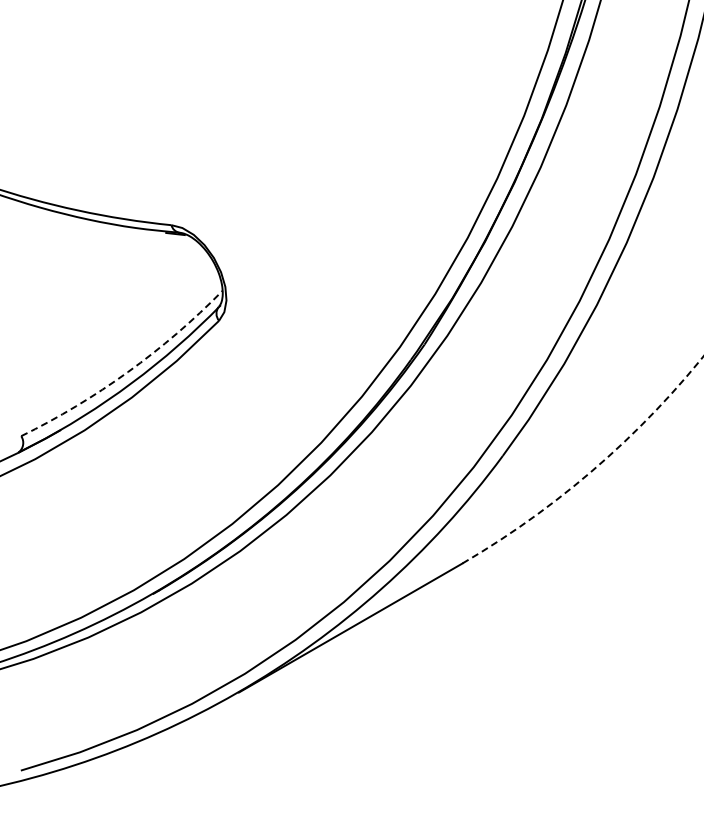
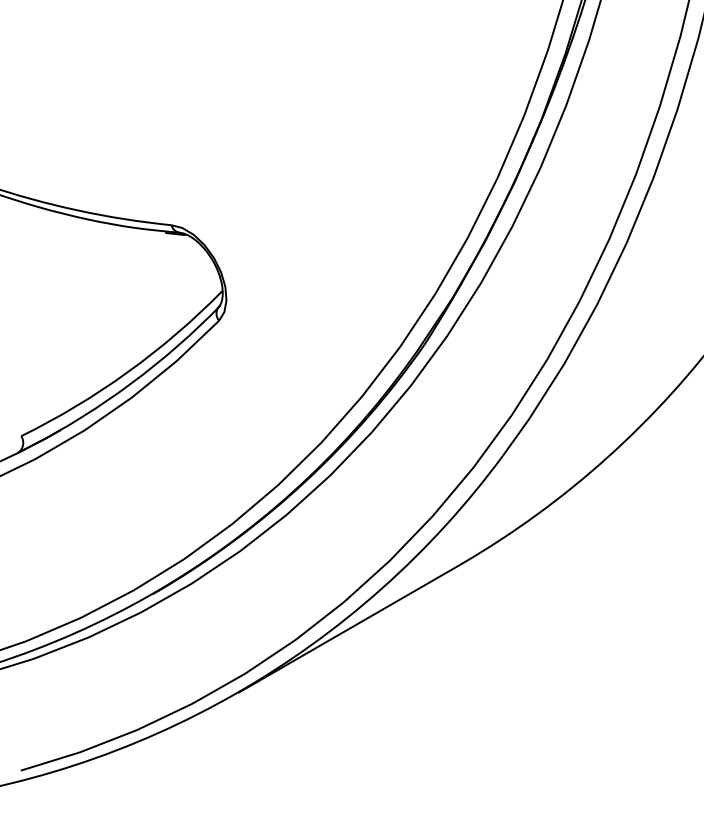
arc at (128, 372): dashed -> solid
arc at (592, 470): dashed -> solid
